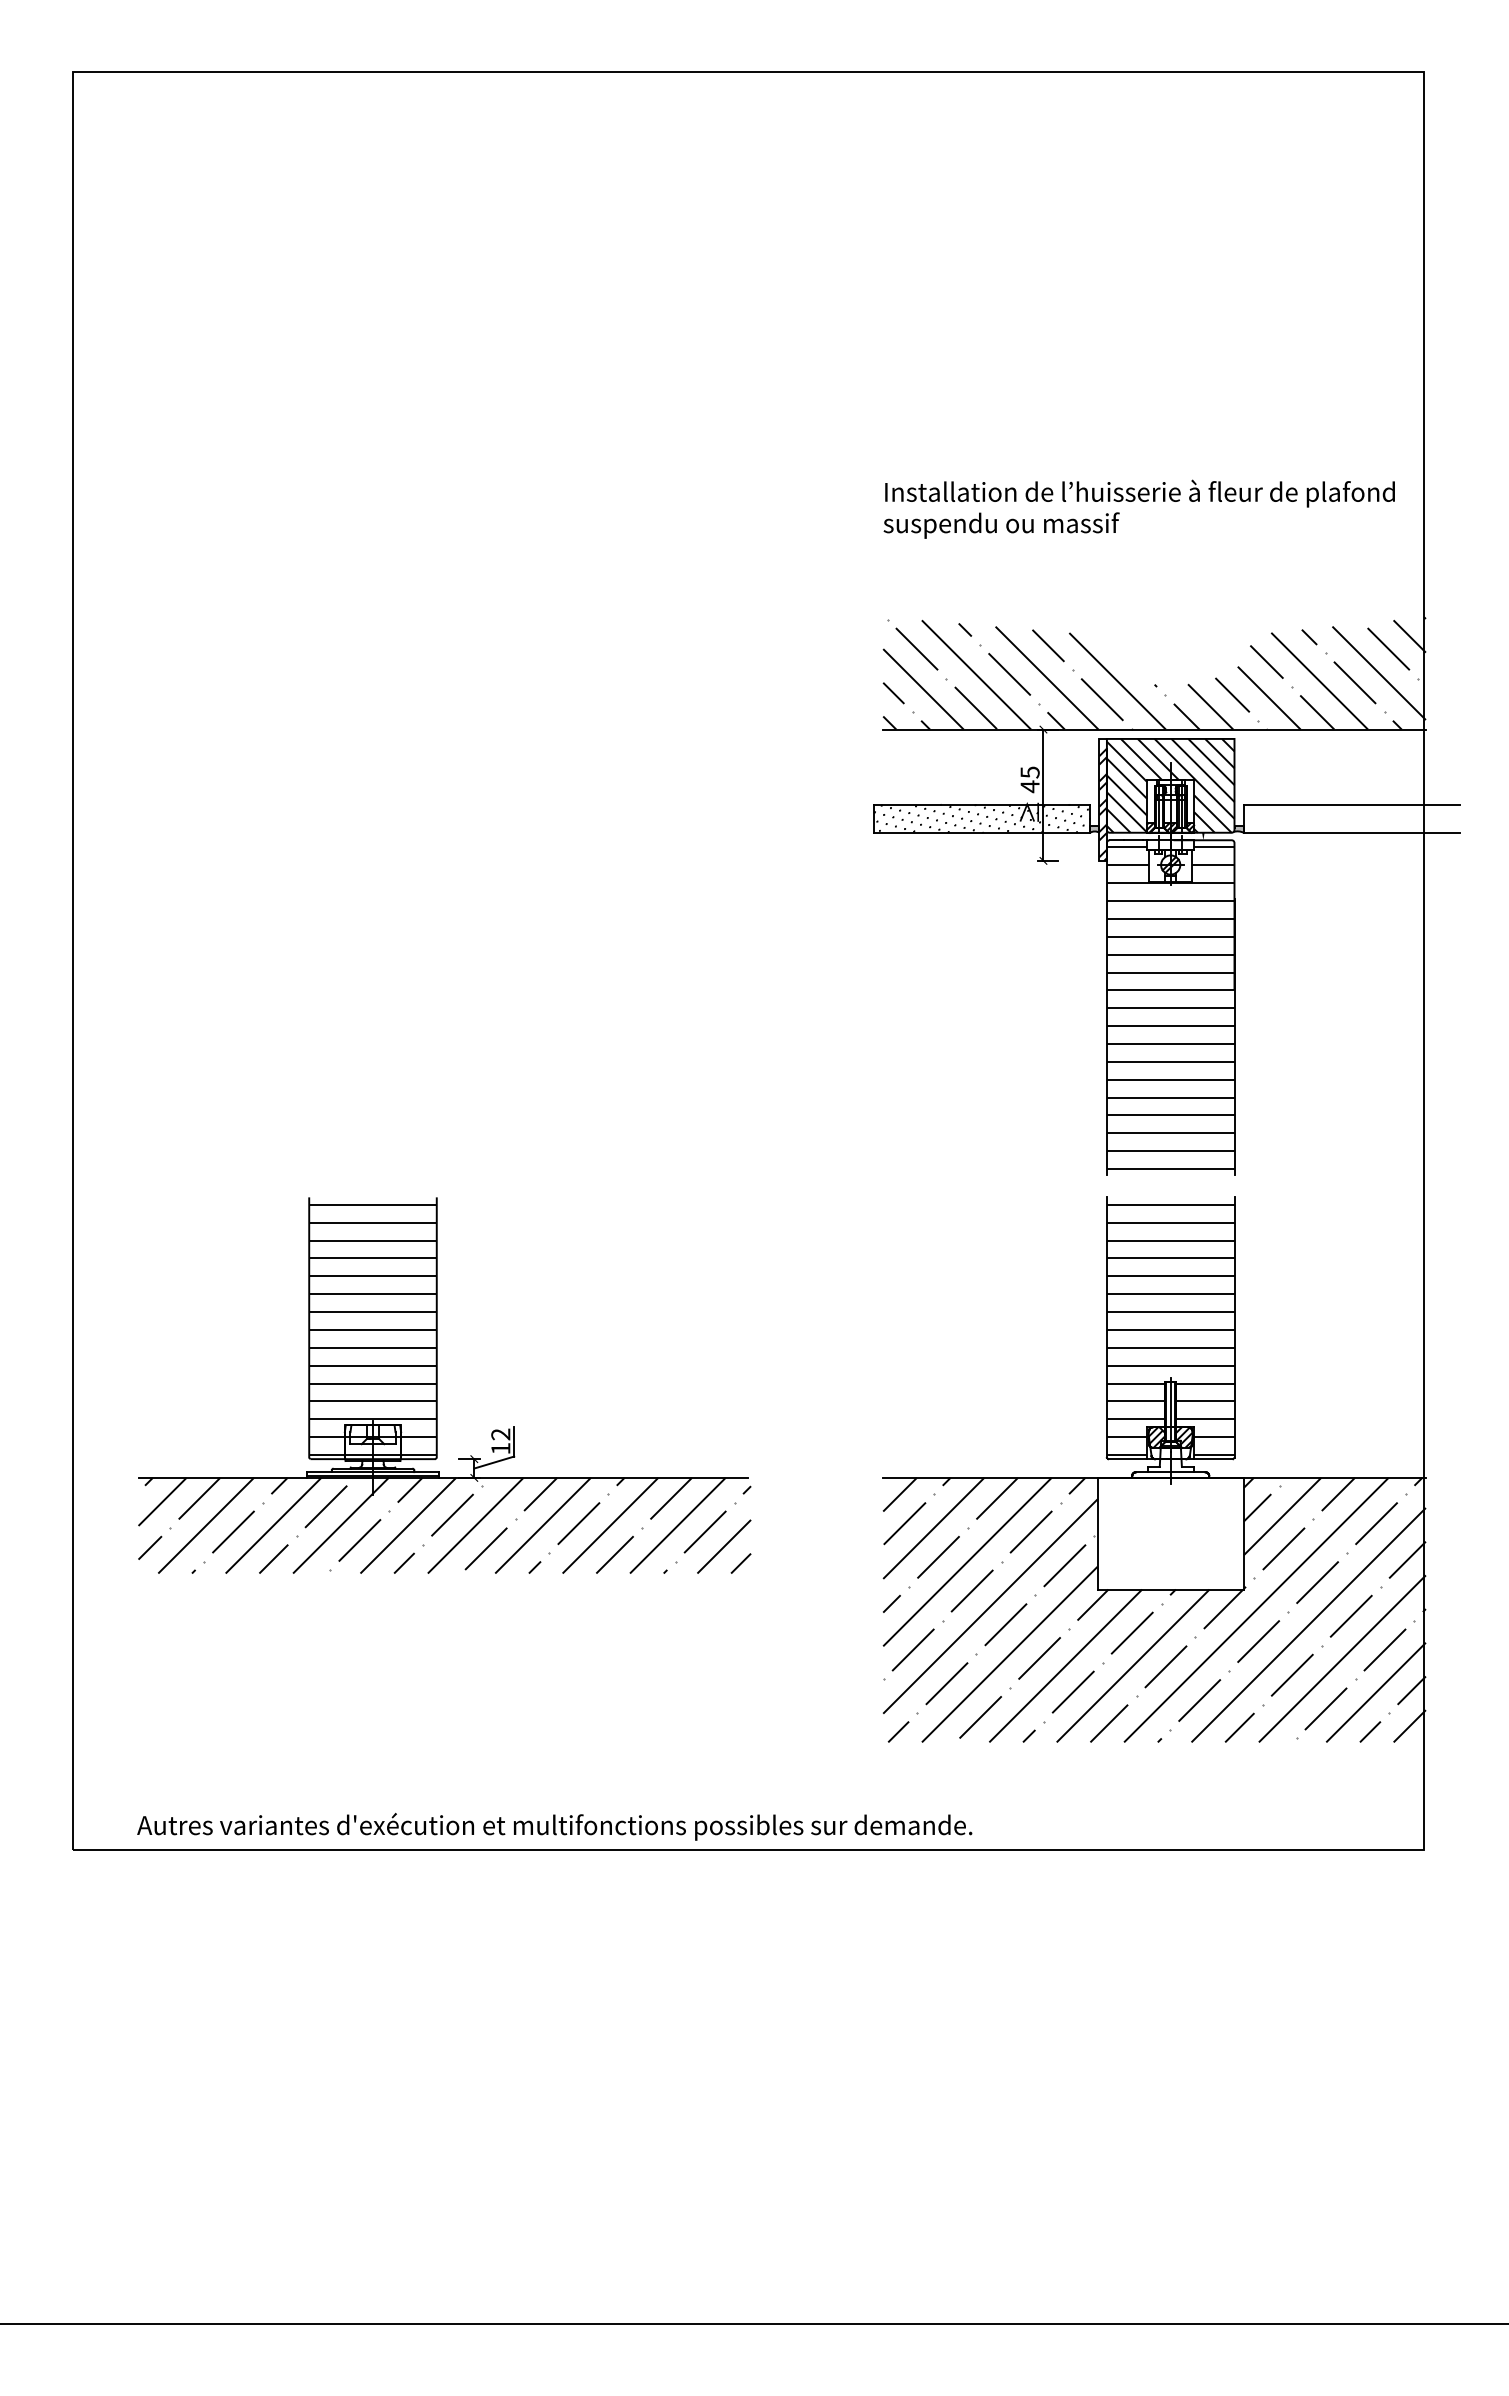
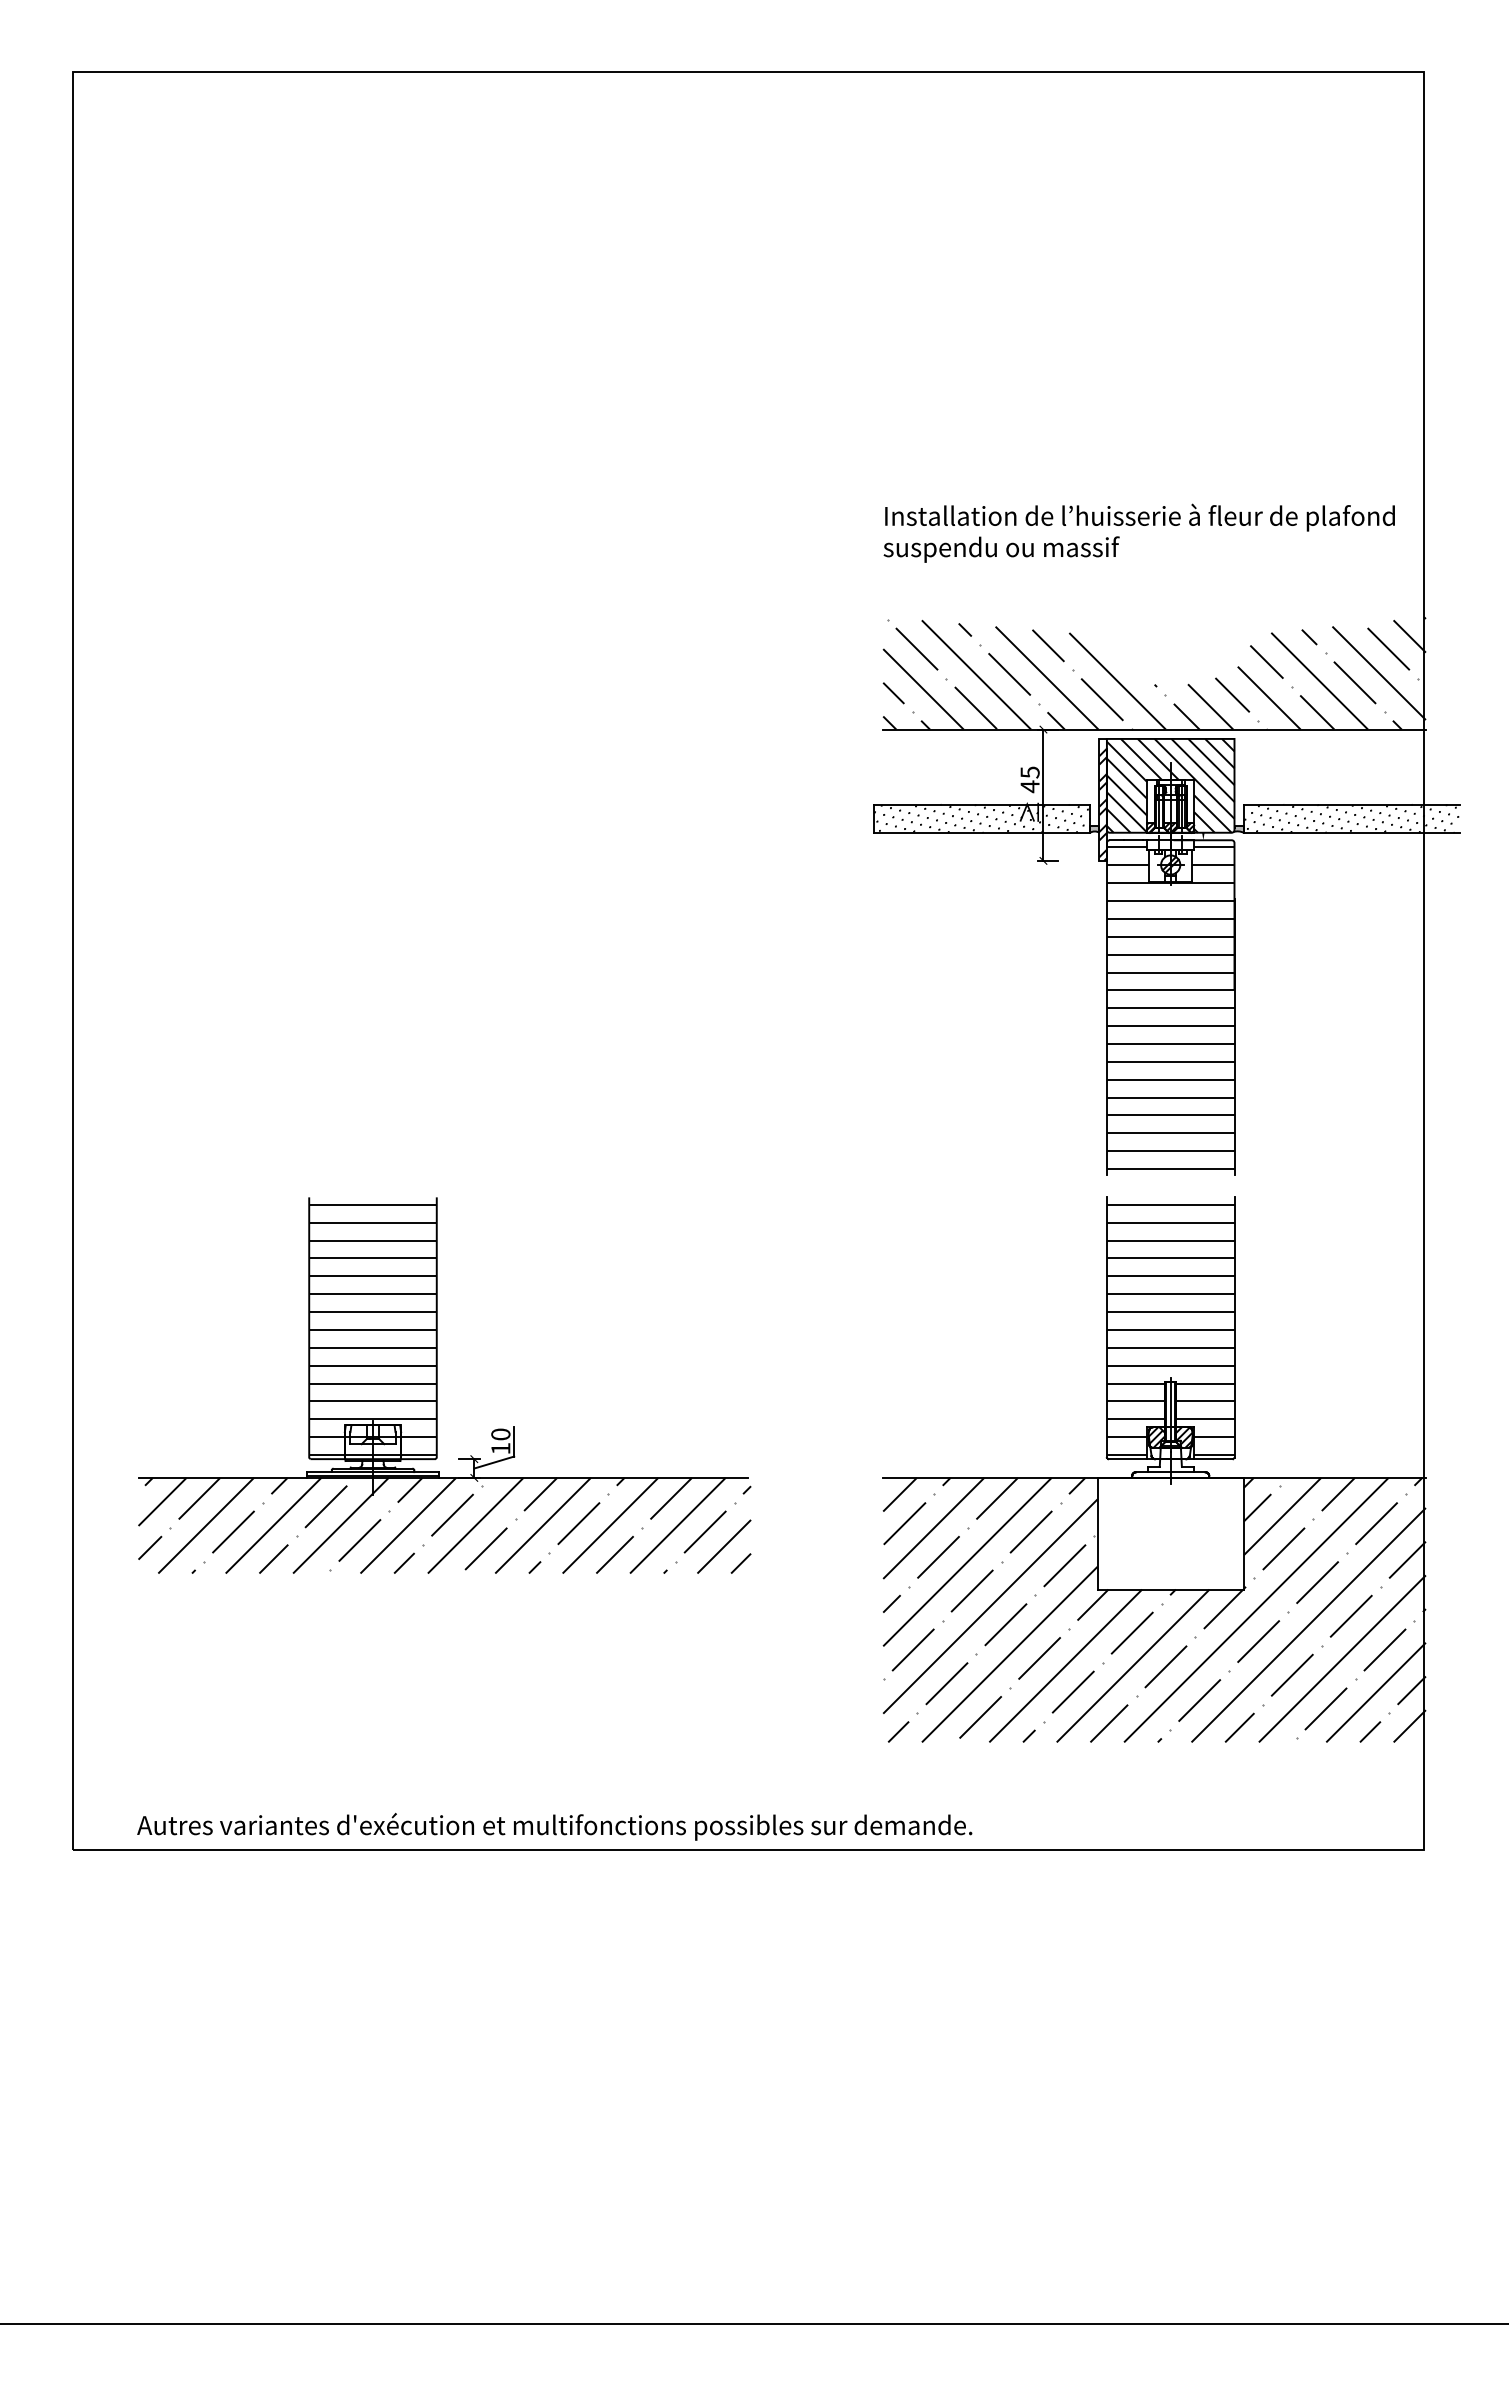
text at (1138, 508) position: (1138, 508) -> (1138, 532)
hatch at (1351, 818): none -> present
text at (500, 1434): 12 -> 10
